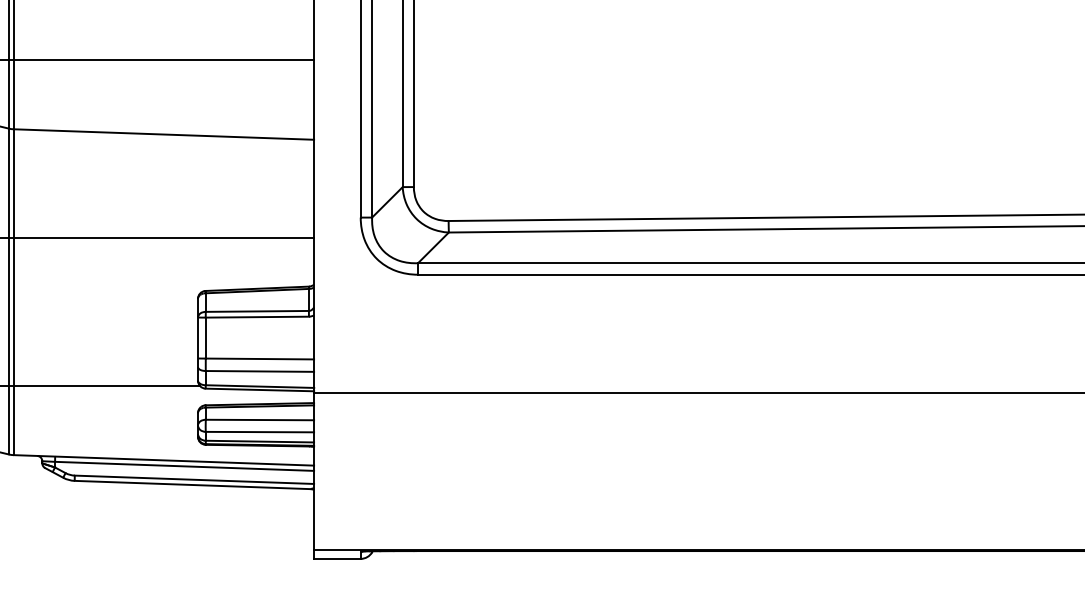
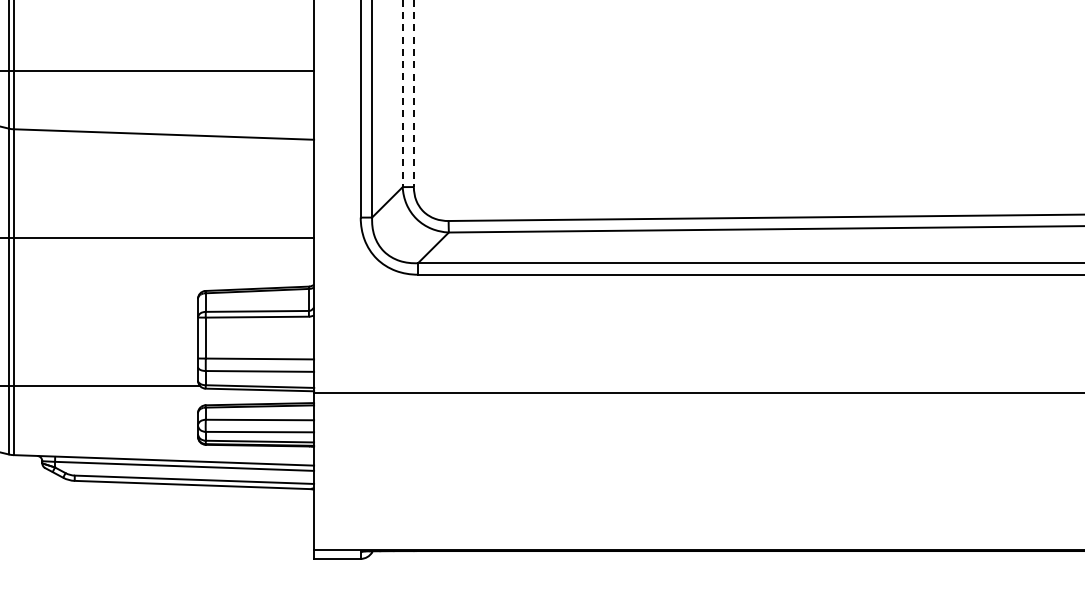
line at (158, 60) position: (158, 60) -> (158, 71)
line at (402, 94): solid -> dashed
line at (413, 94): solid -> dashed
